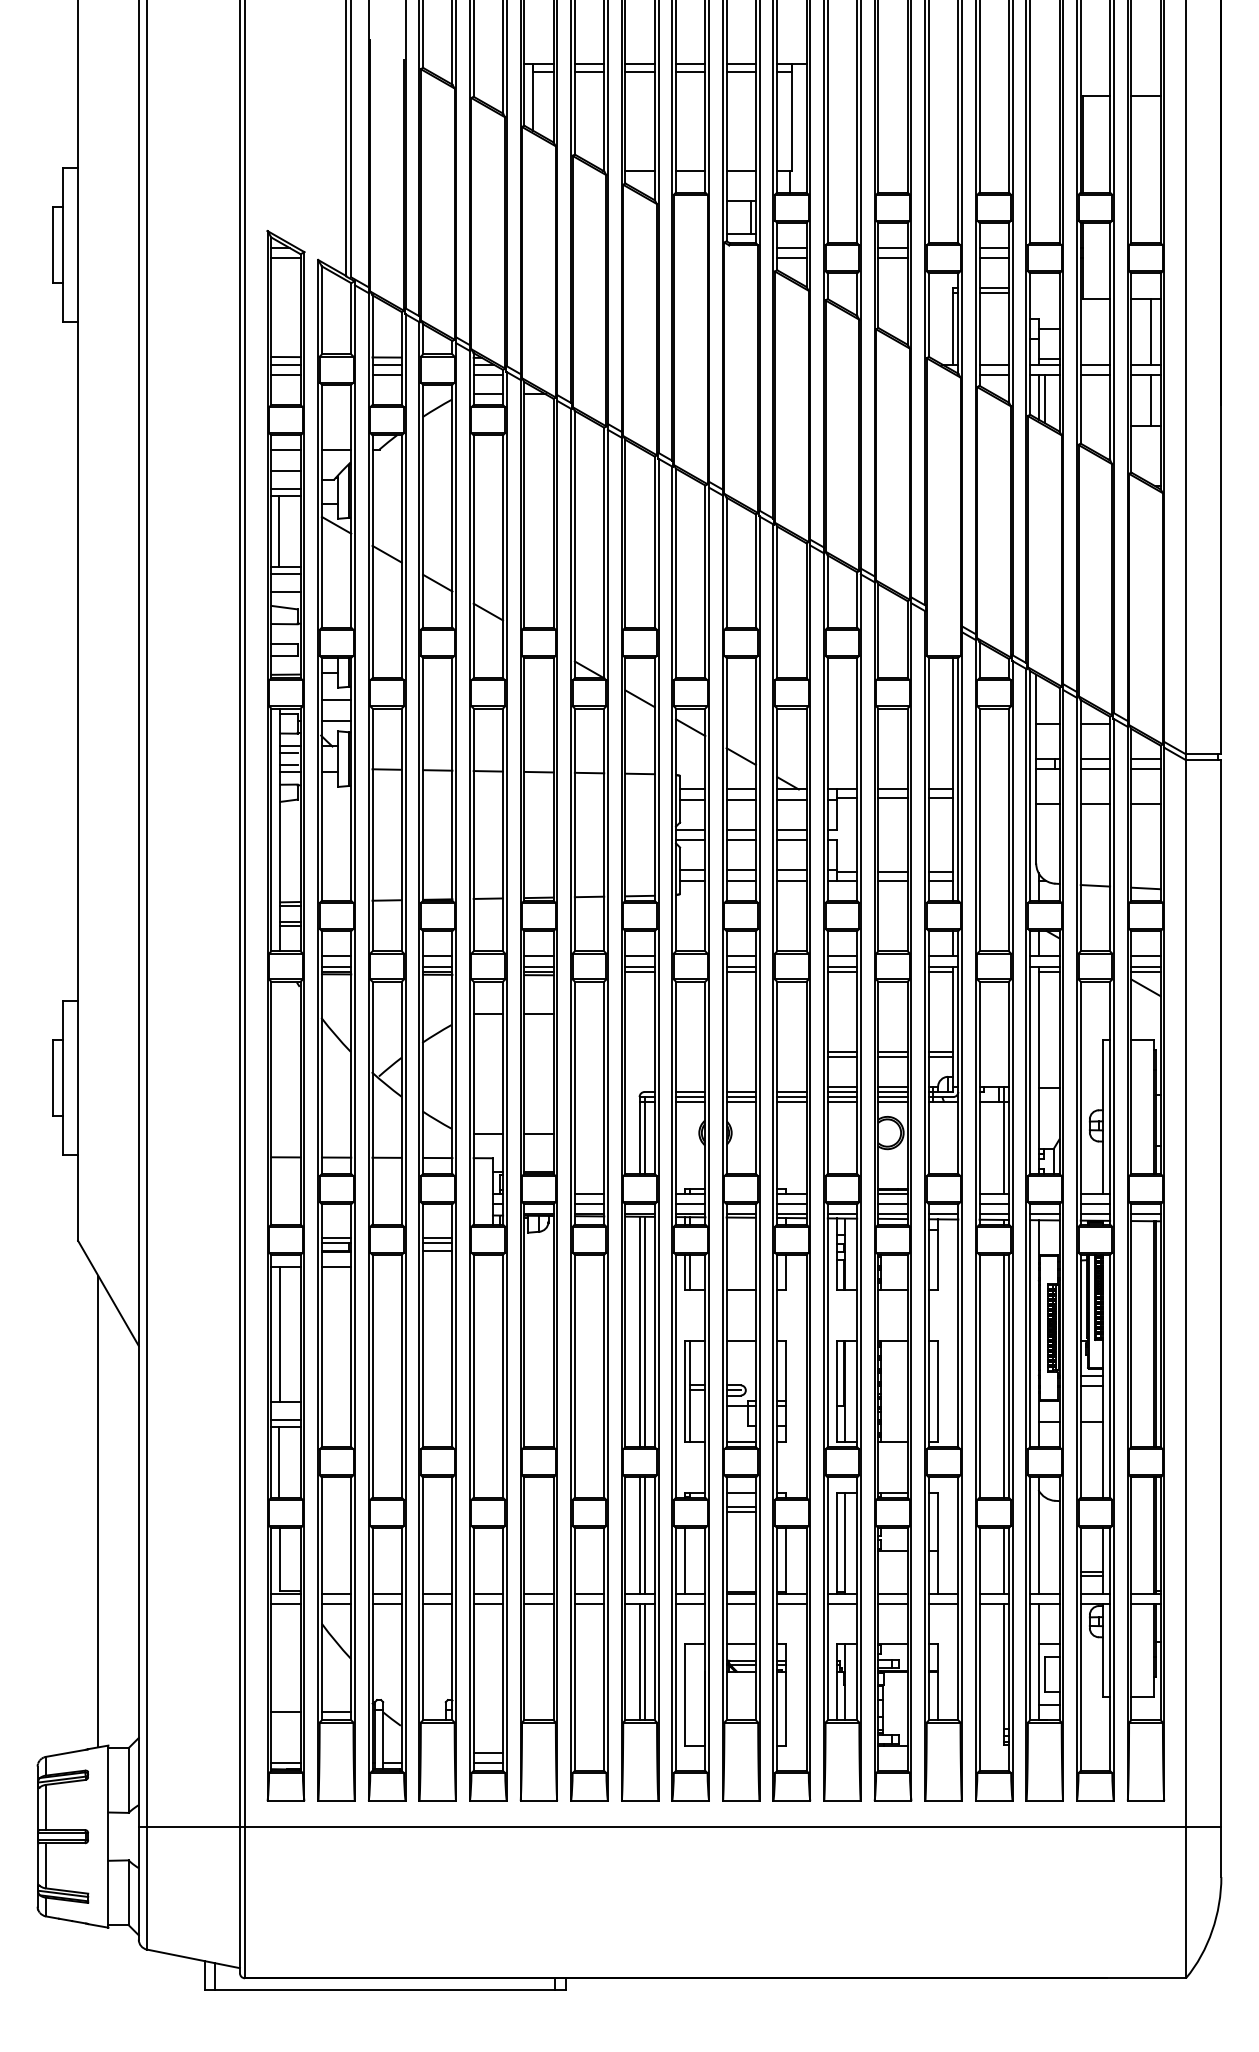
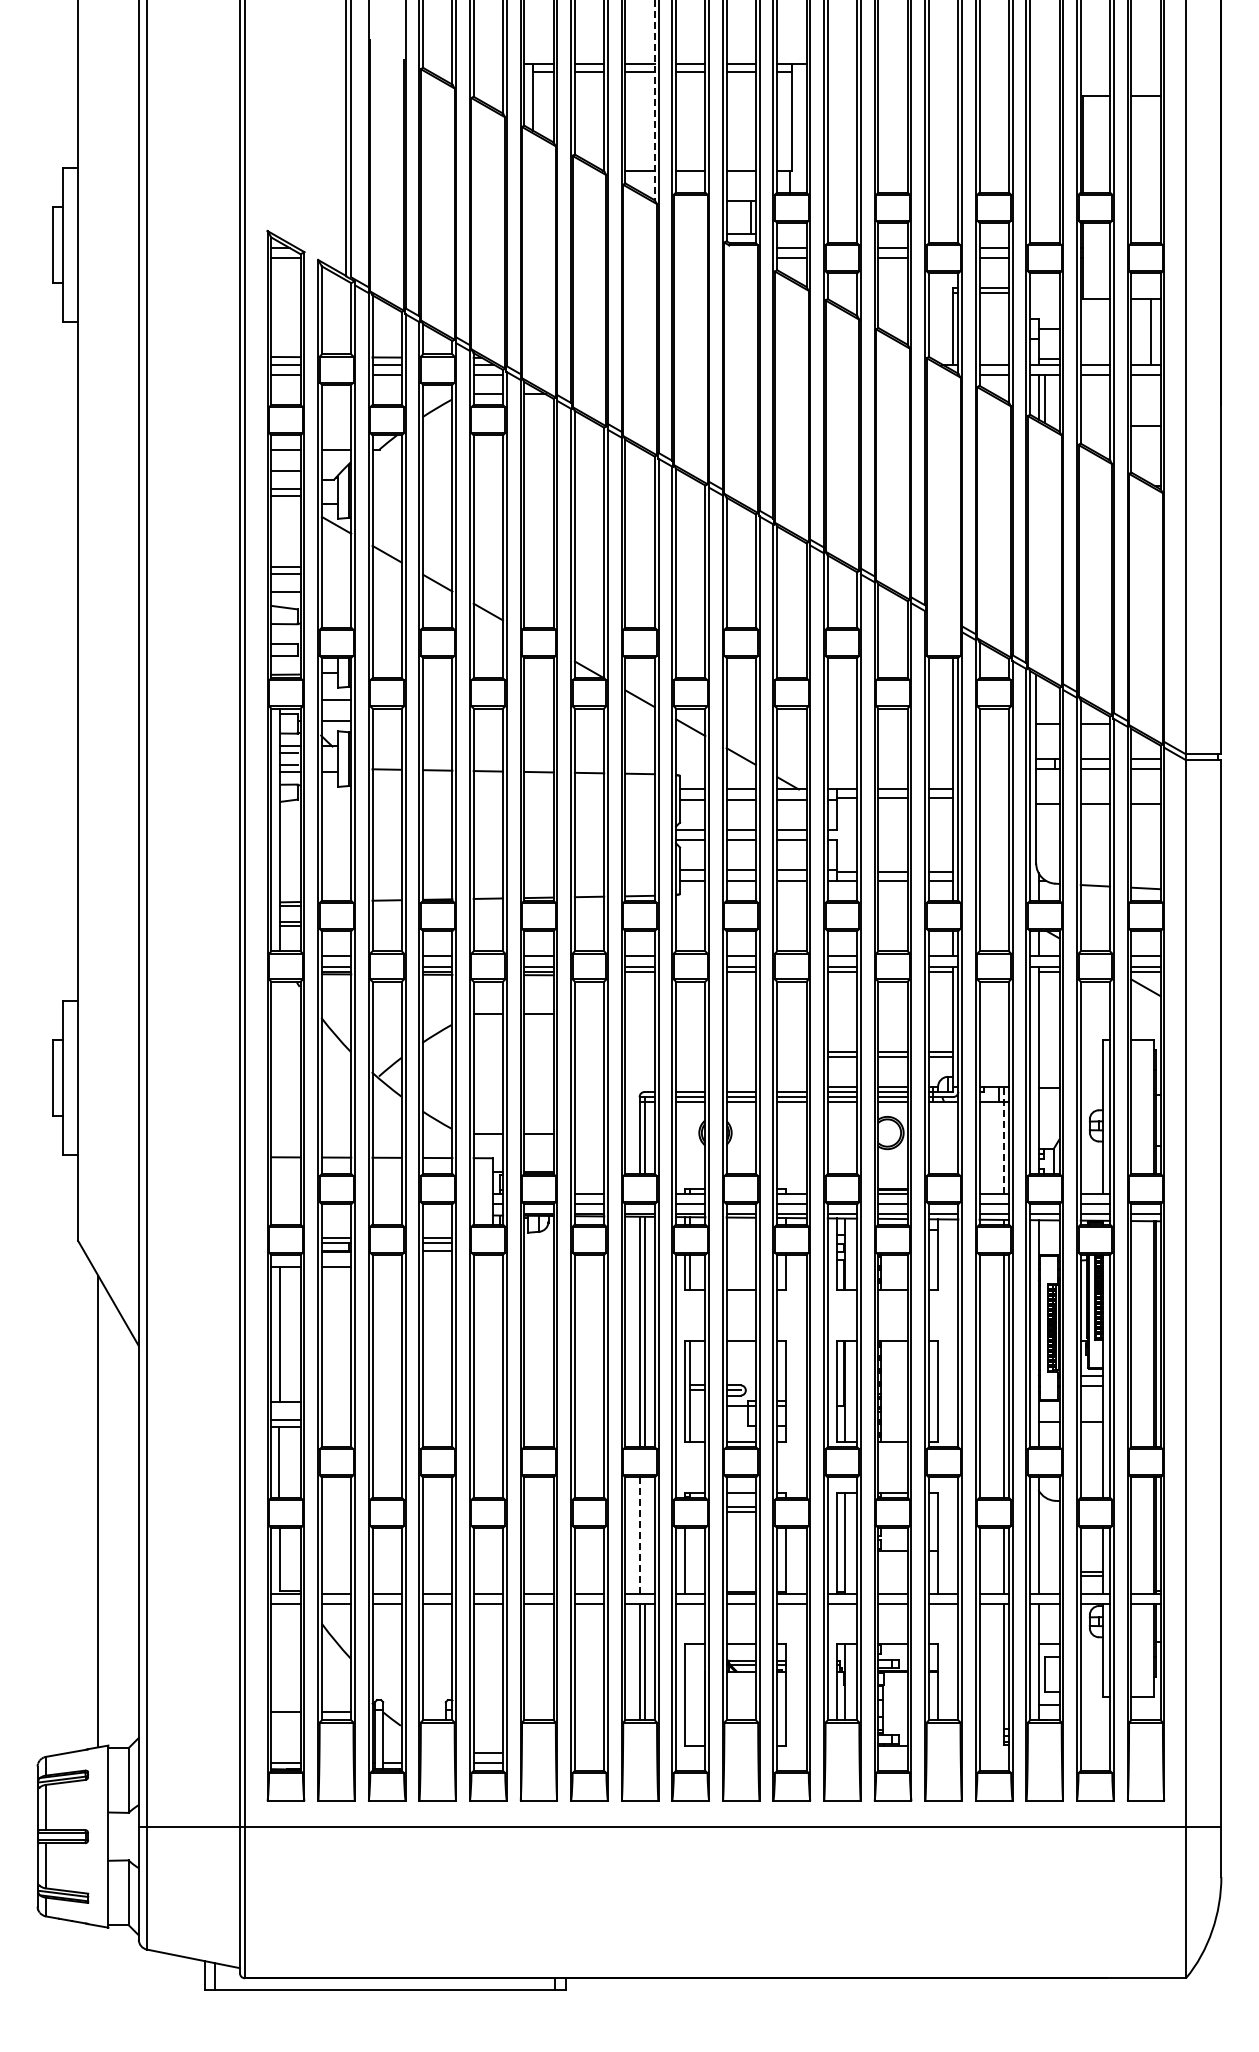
line at (654, 100): solid -> dashed
line at (1150, 399): present -> none
line at (279, 531): present -> none
line at (1003, 1140): solid -> dashed
line at (639, 1535): solid -> dashed
line at (644, 1535): present -> none
